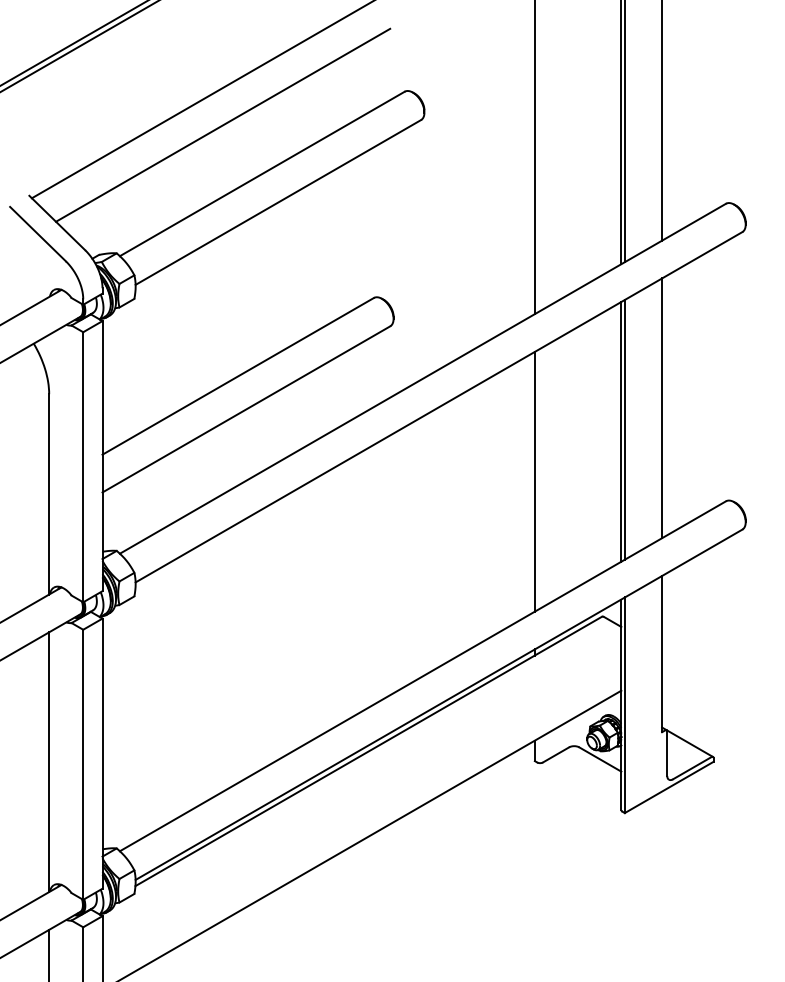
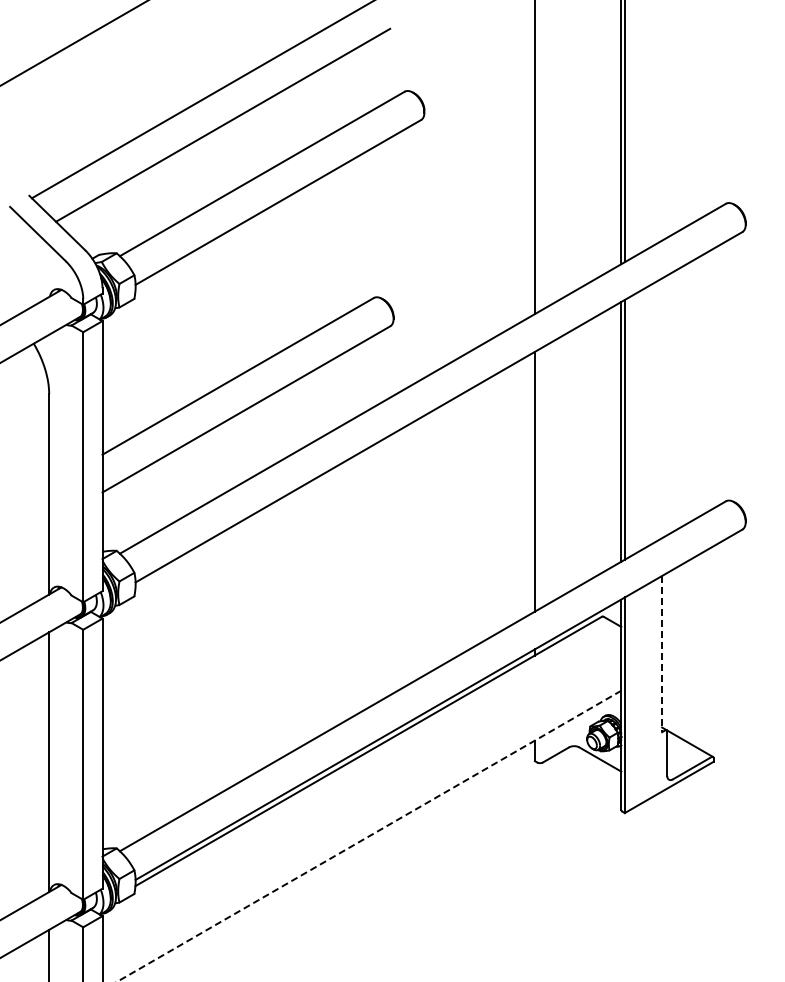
line at (79, 46): present -> none
line at (662, 121): present -> none
line at (662, 408): present -> none
line at (662, 654): solid -> dashed
line at (368, 836): solid -> dashed
